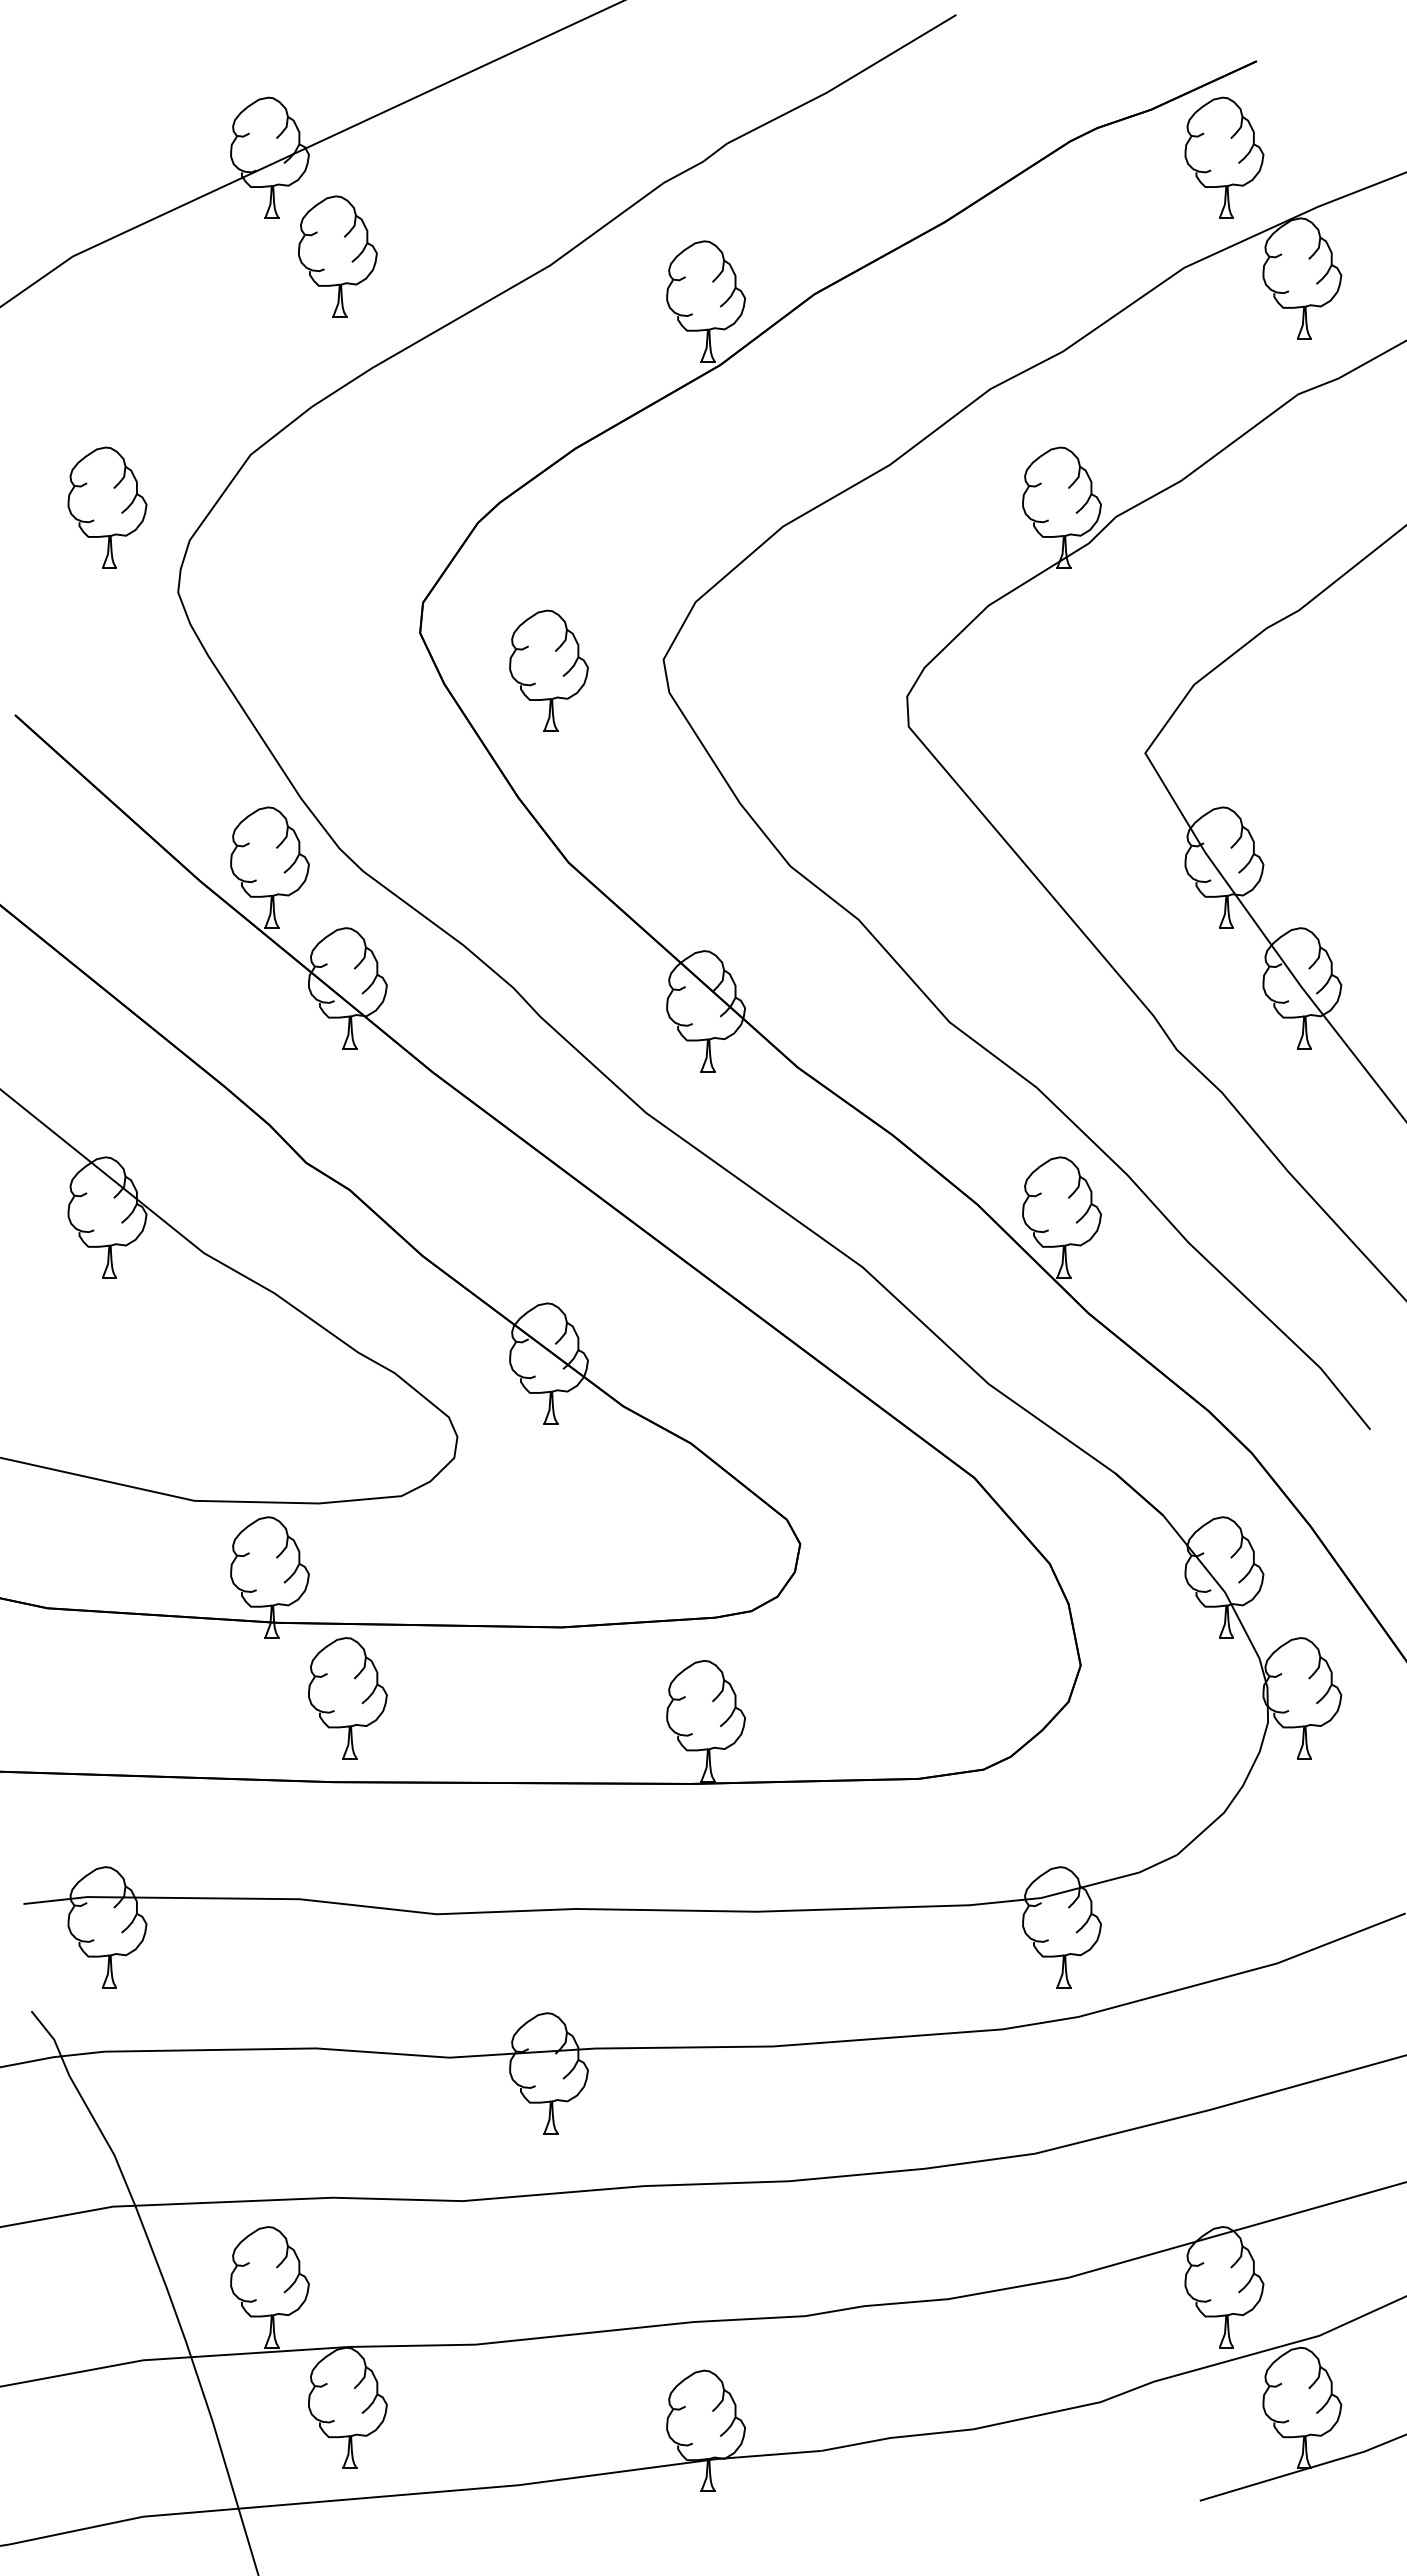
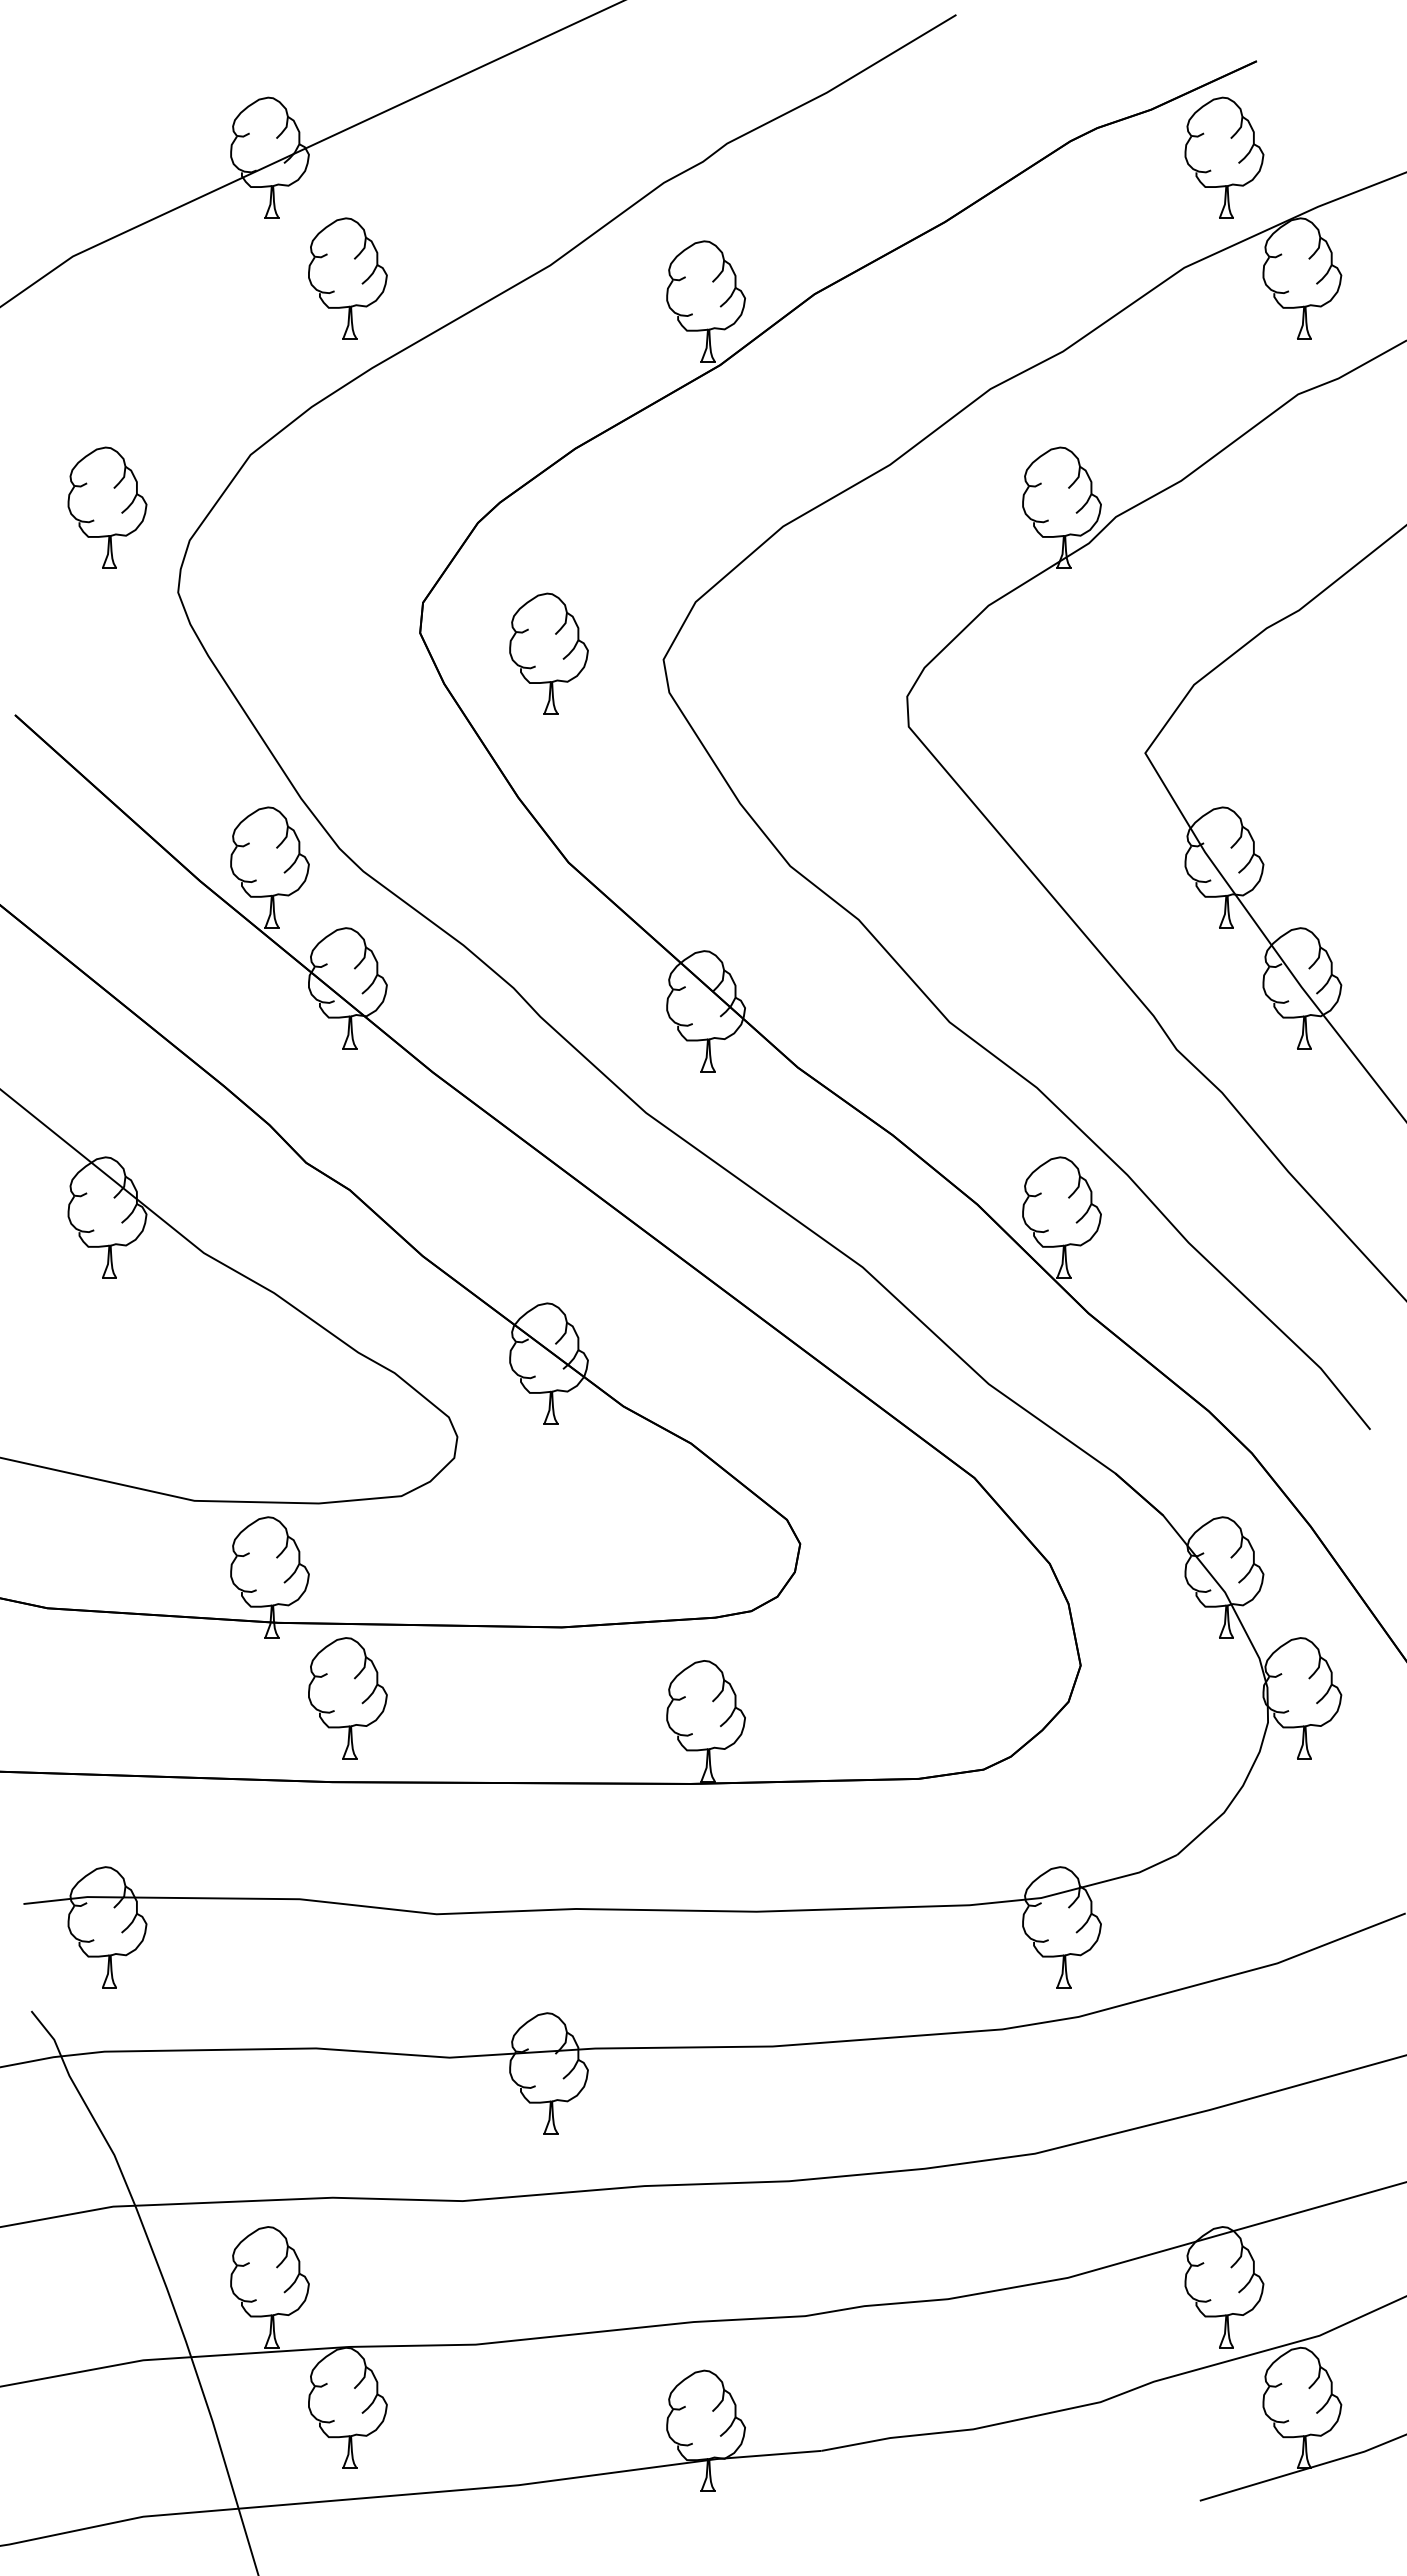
part at (337, 256) position: (337, 256) -> (347, 278)
part at (548, 670) position: (548, 670) -> (548, 653)
